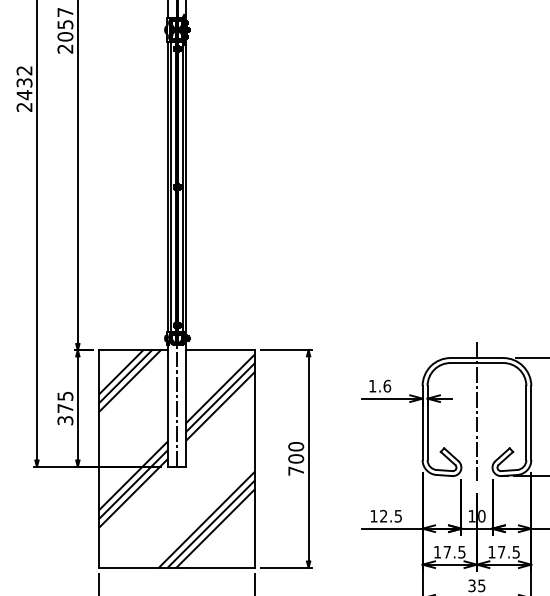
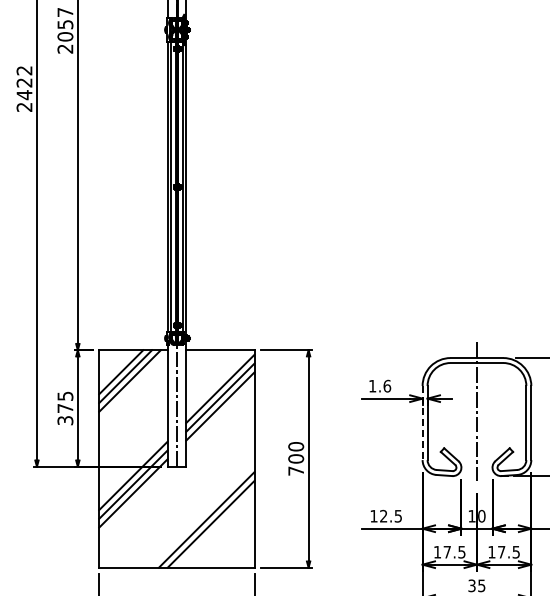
text at (24, 82): 2432 -> 2422
line at (422, 423): solid -> dashed
line at (215, 528): present -> none
